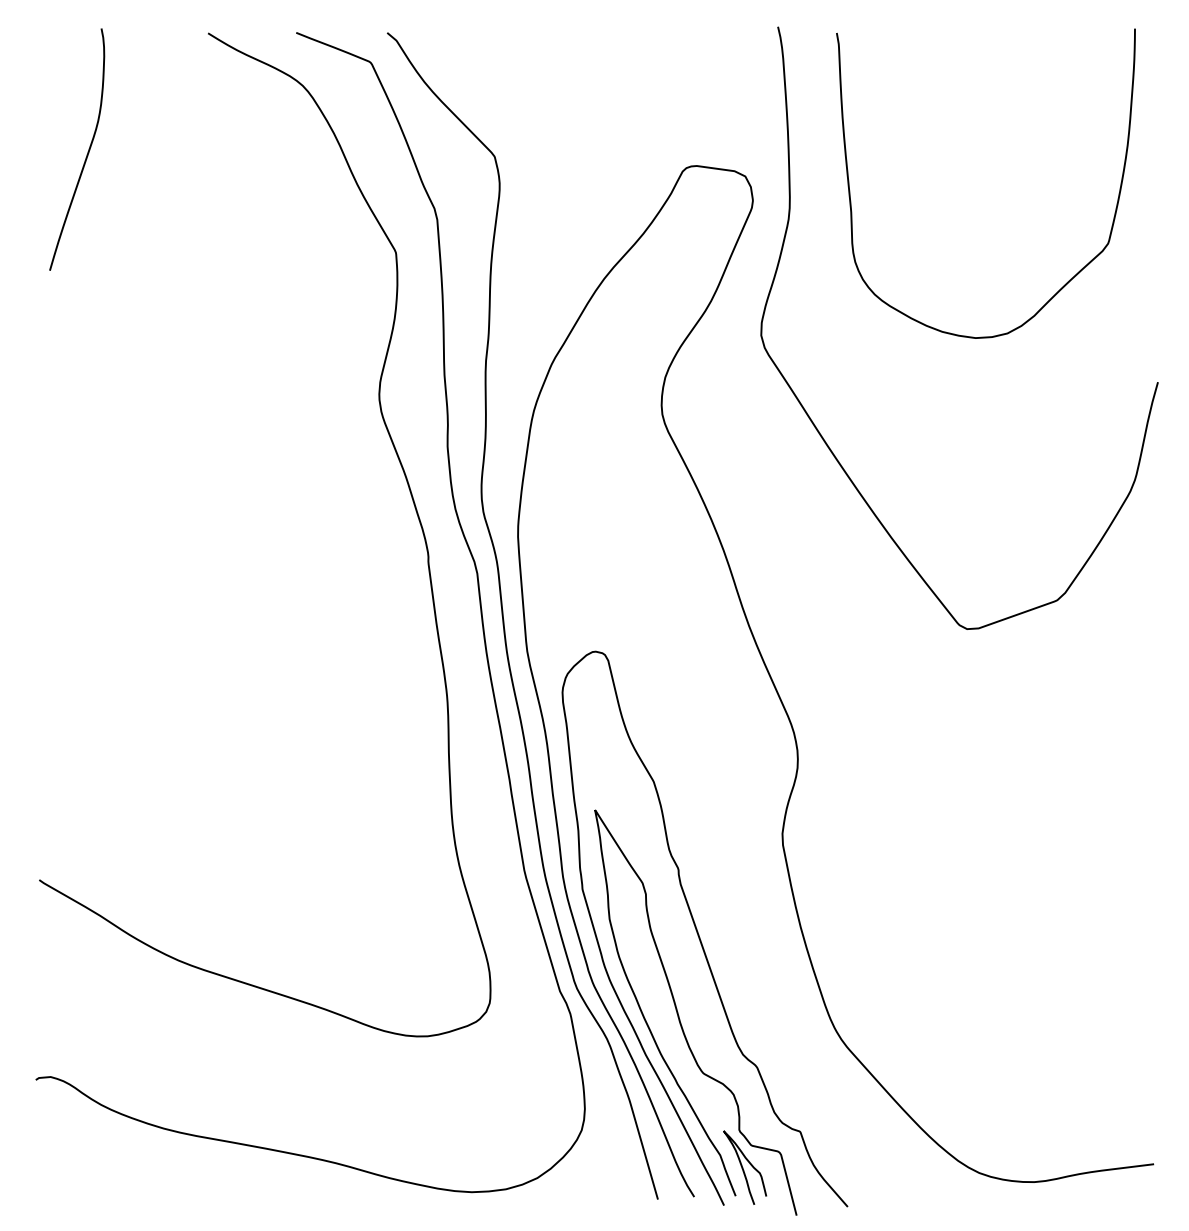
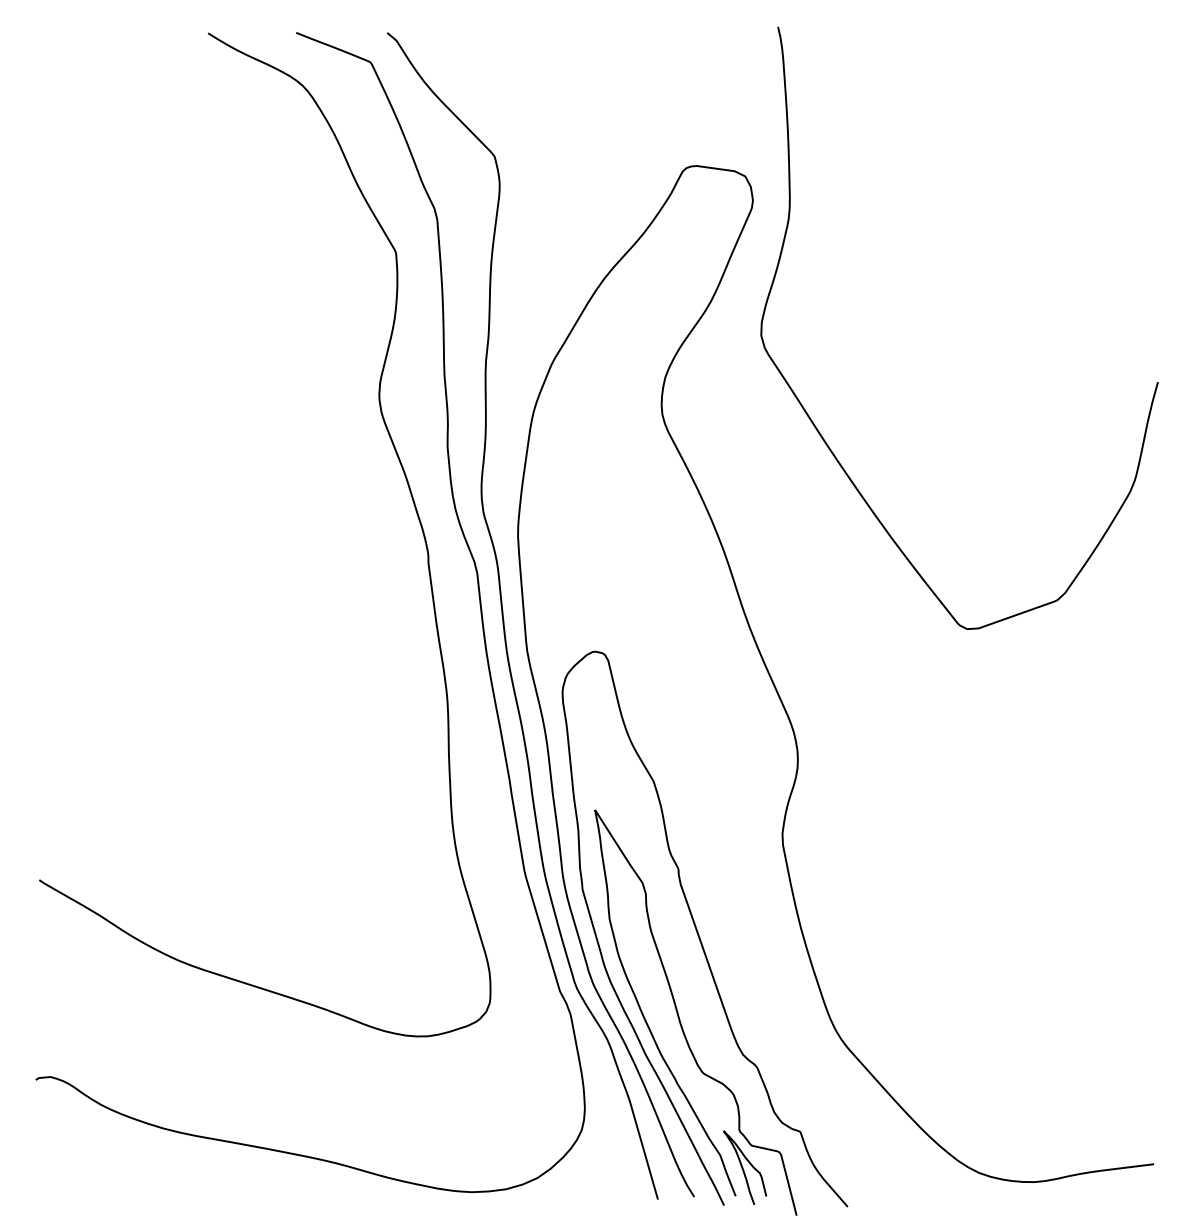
curve at (87, 151): present -> none
curve at (1069, 279): present -> none
